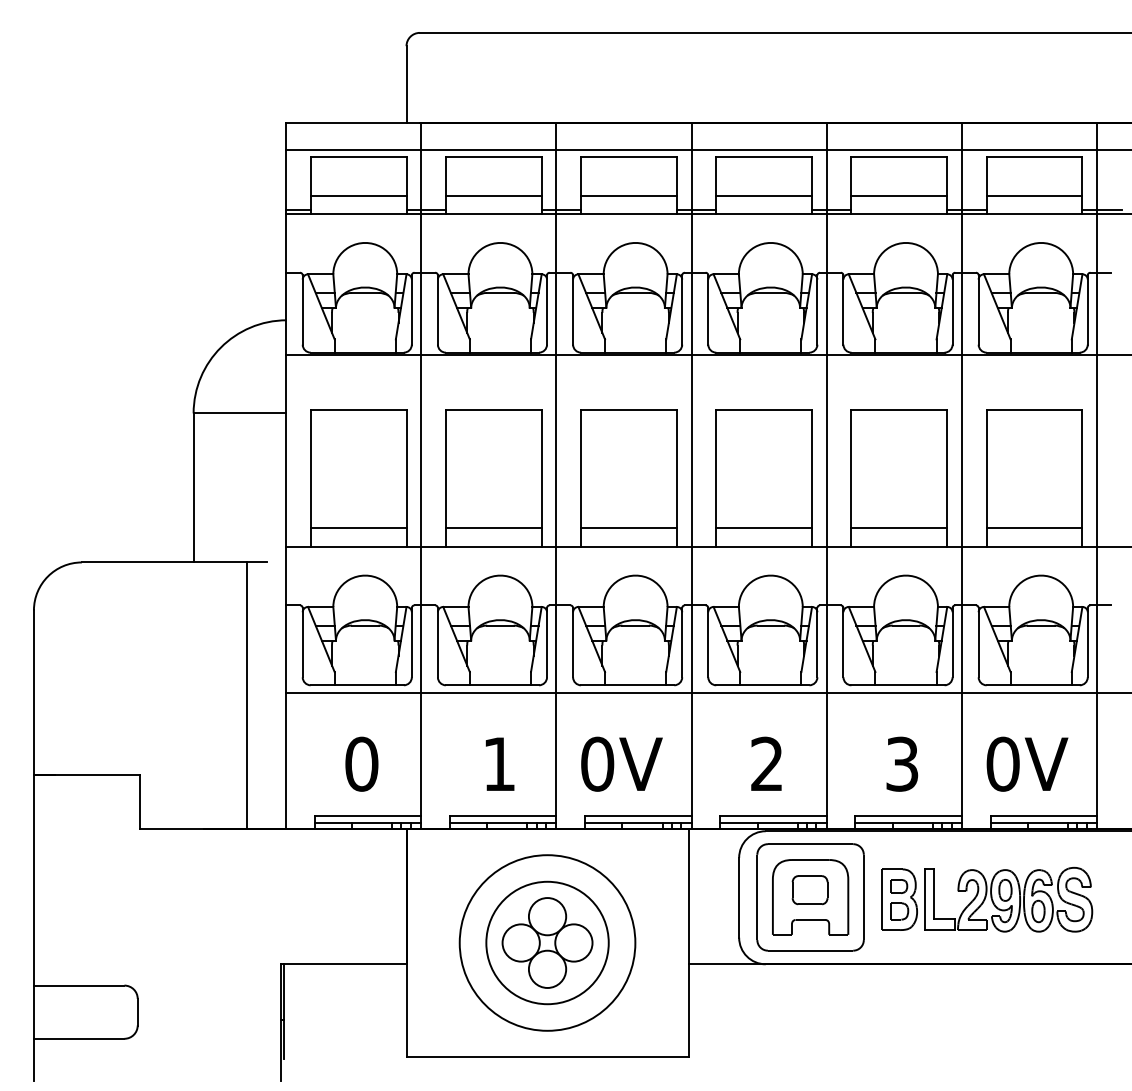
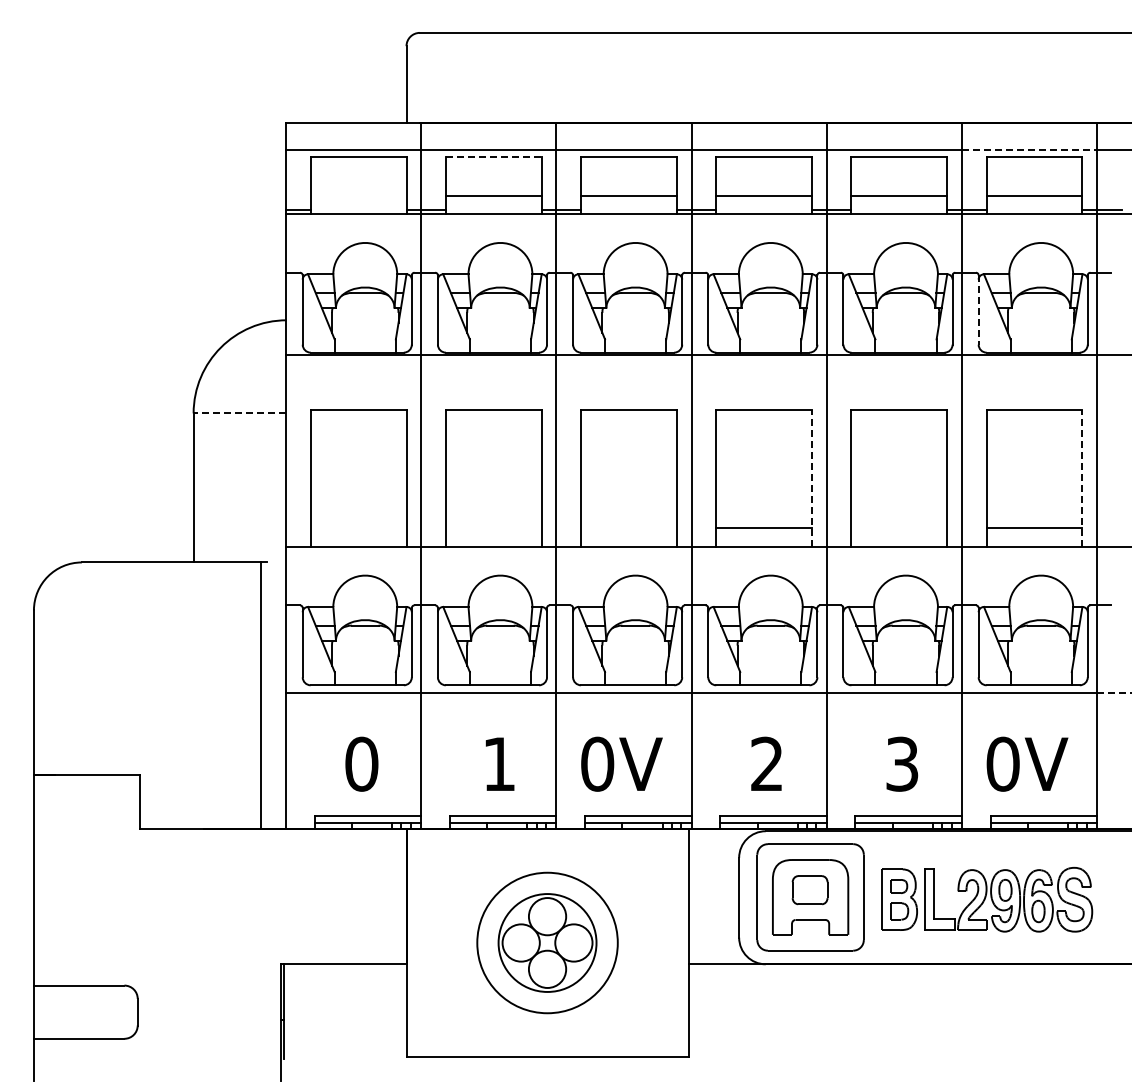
line at (1029, 149): solid -> dashed
line at (493, 156): solid -> dashed
line at (358, 195): present -> none
line at (978, 310): solid -> dashed
line at (239, 413): solid -> dashed
line at (812, 477): solid -> dashed
line at (1082, 477): solid -> dashed
line at (358, 527): present -> none
line at (493, 527): present -> none
line at (628, 527): present -> none
line at (899, 527): present -> none
line at (1114, 693): solid -> dashed
line at (246, 695) position: (246, 695) -> (260, 695)
circle at (547, 942) diameter: 122 px -> 98 px
circle at (547, 942) diameter: 176 px -> 141 px
